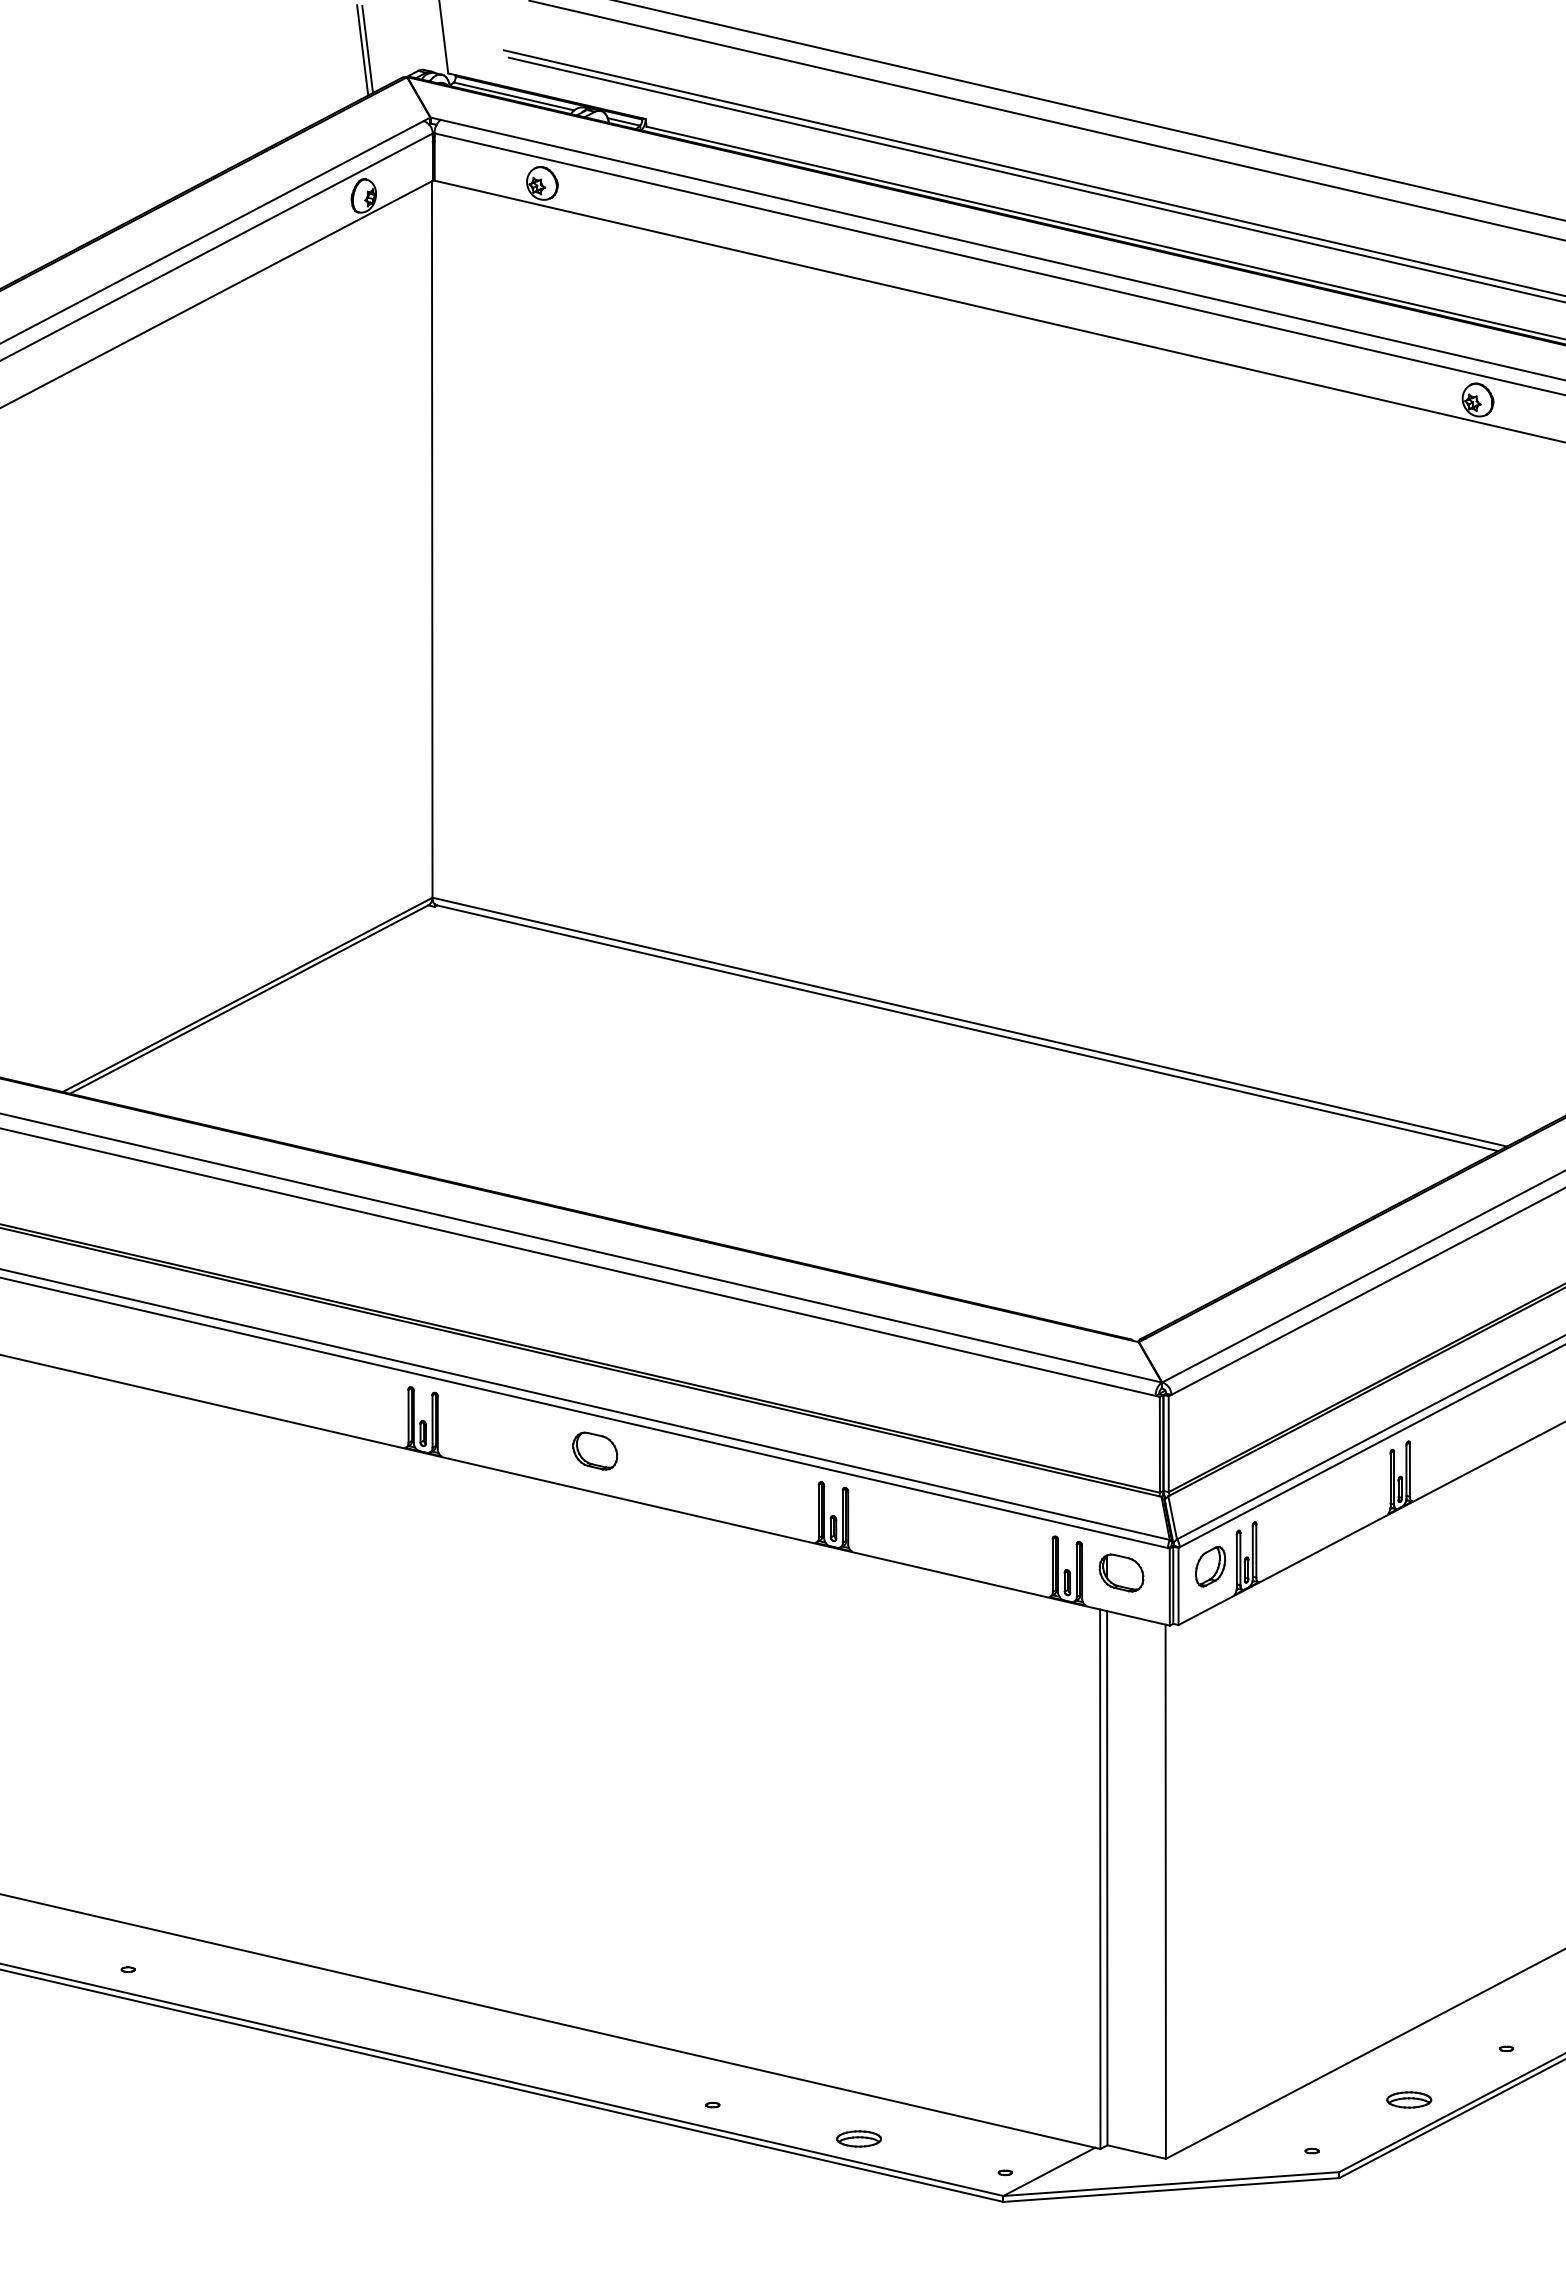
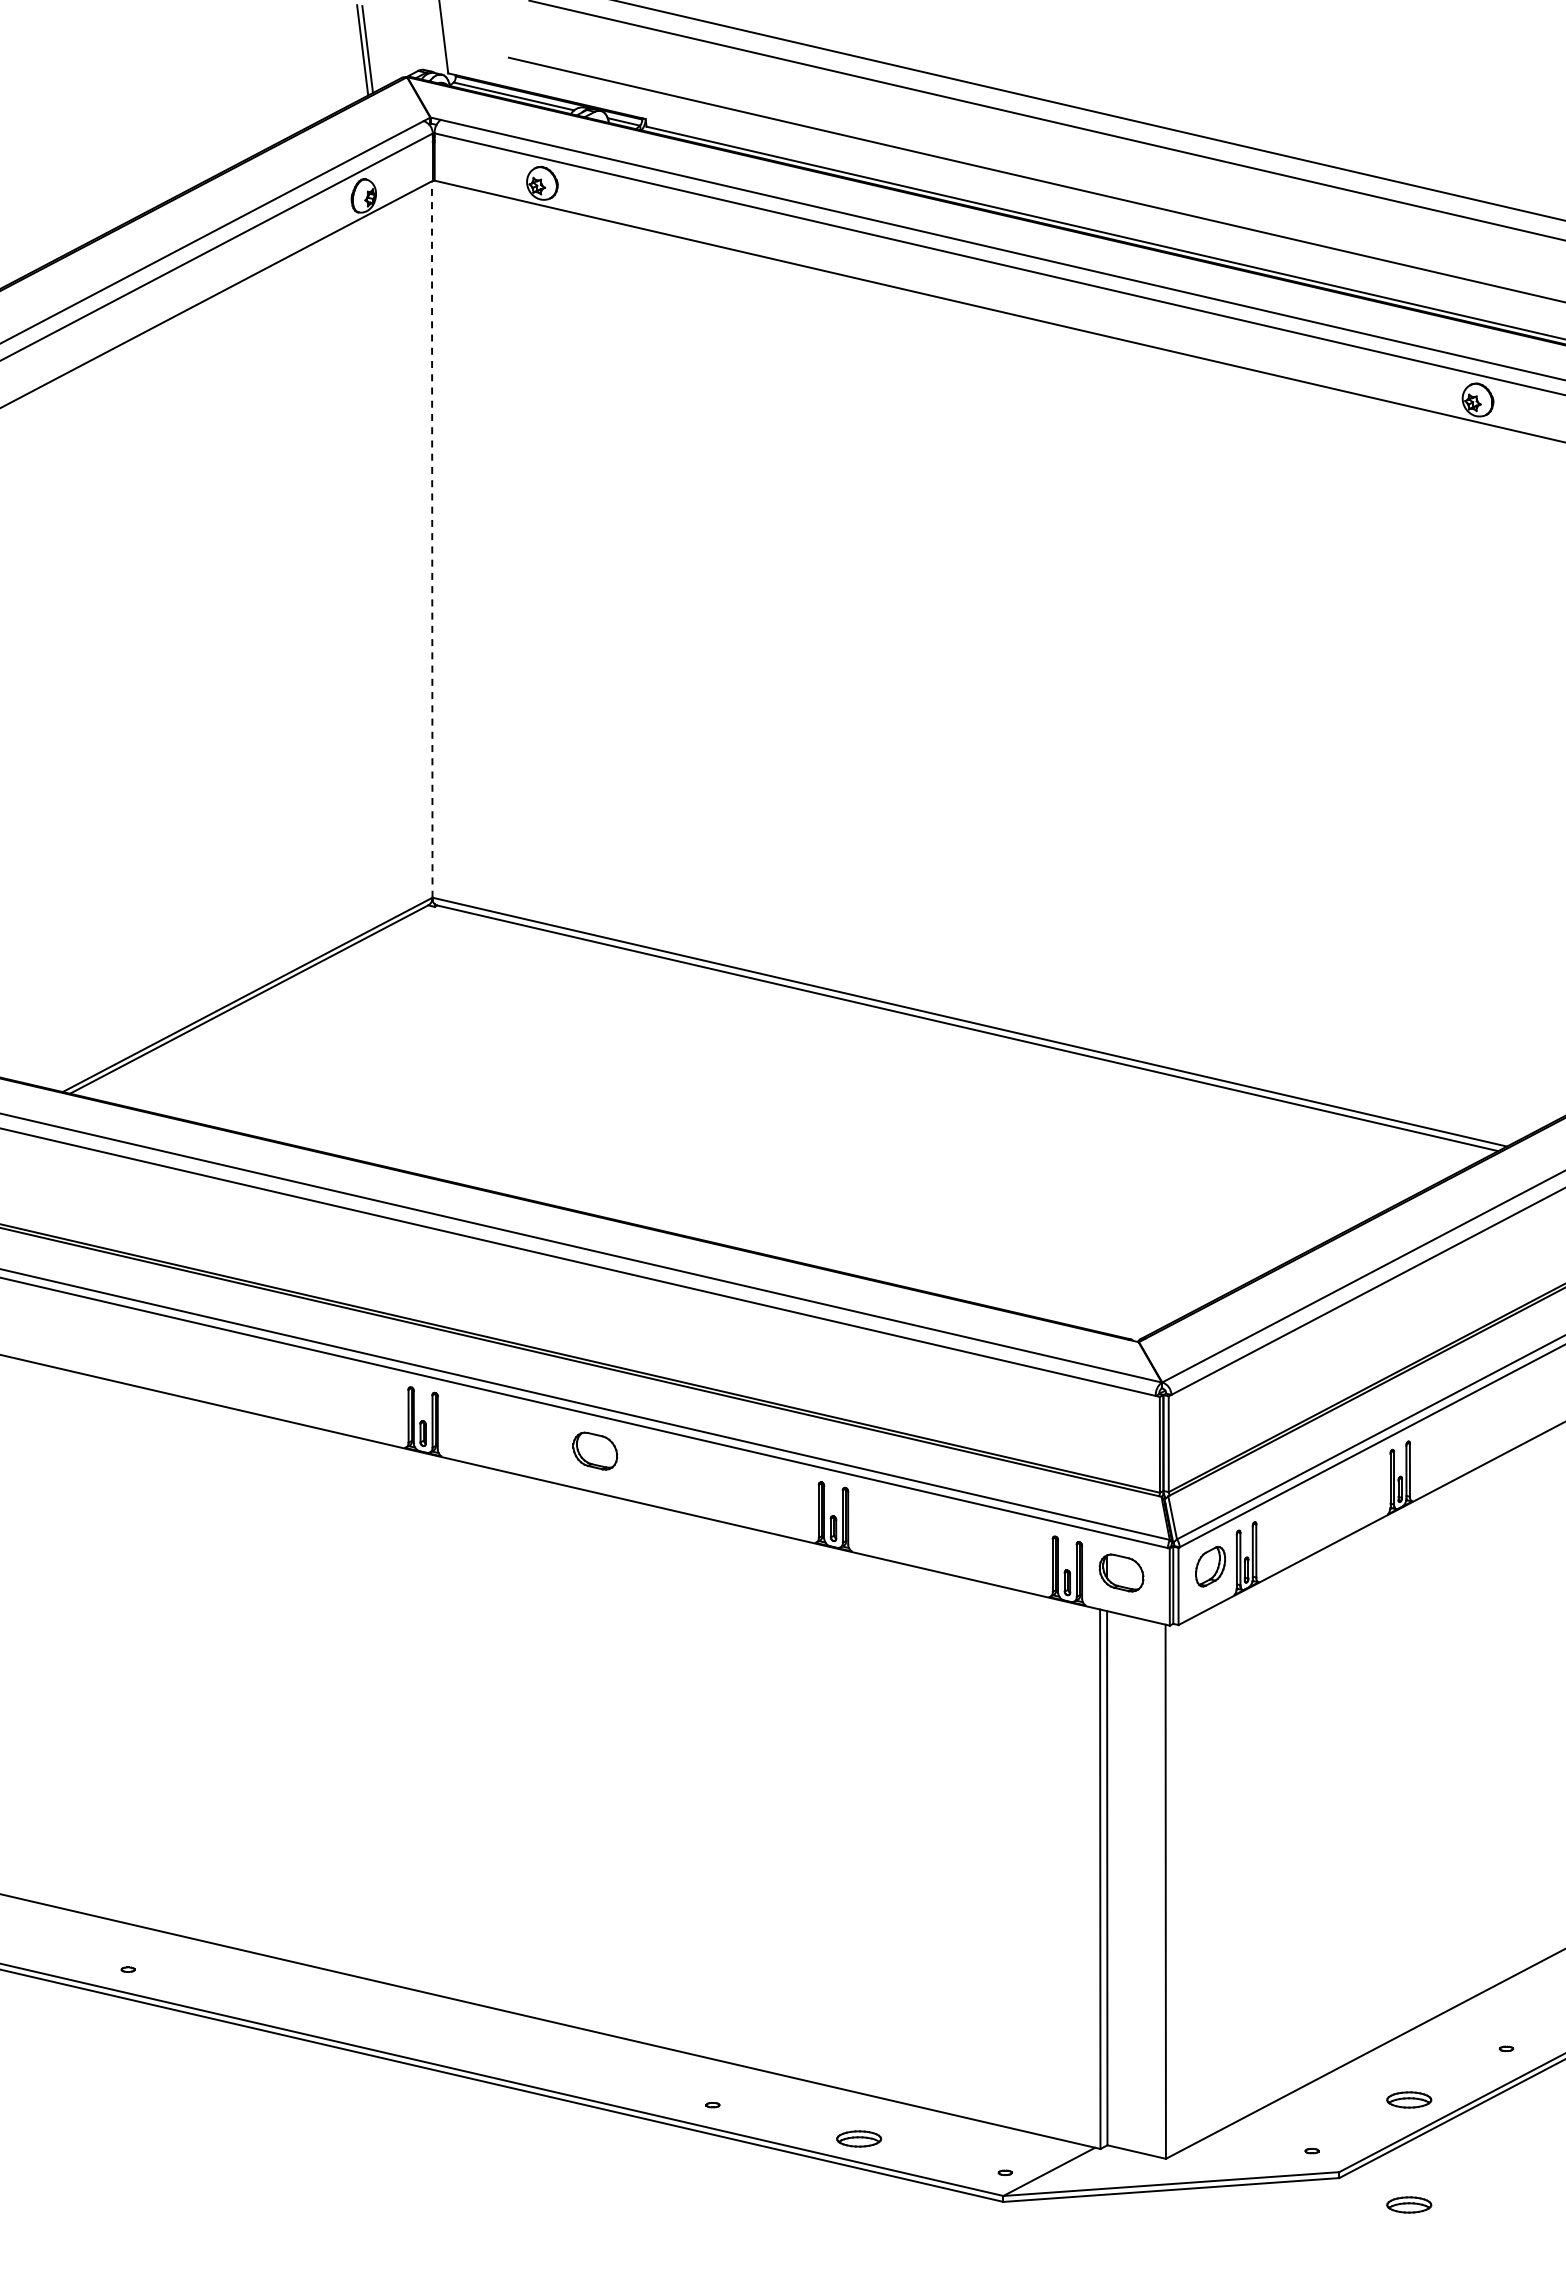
line at (1032, 172): present -> none
line at (432, 539): solid -> dashed
part at (1409, 2204): none -> present
